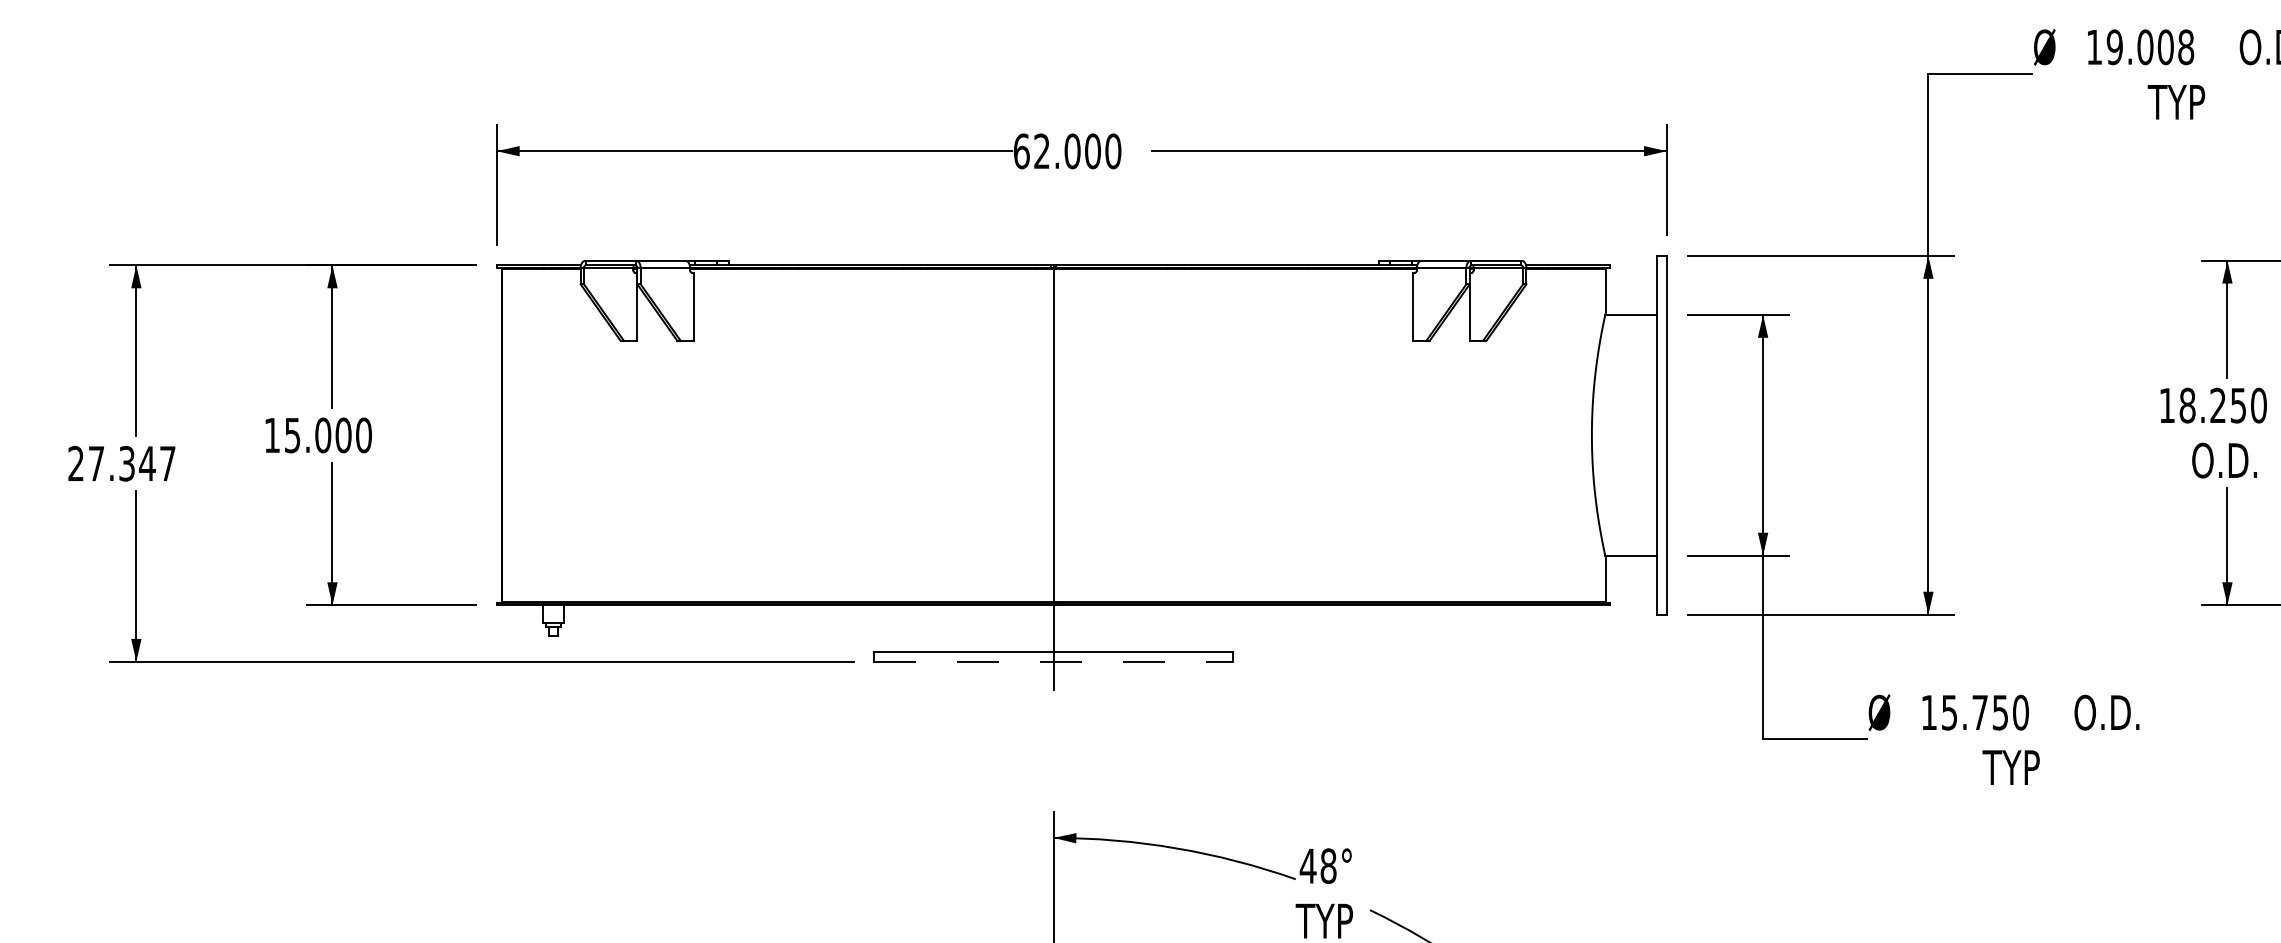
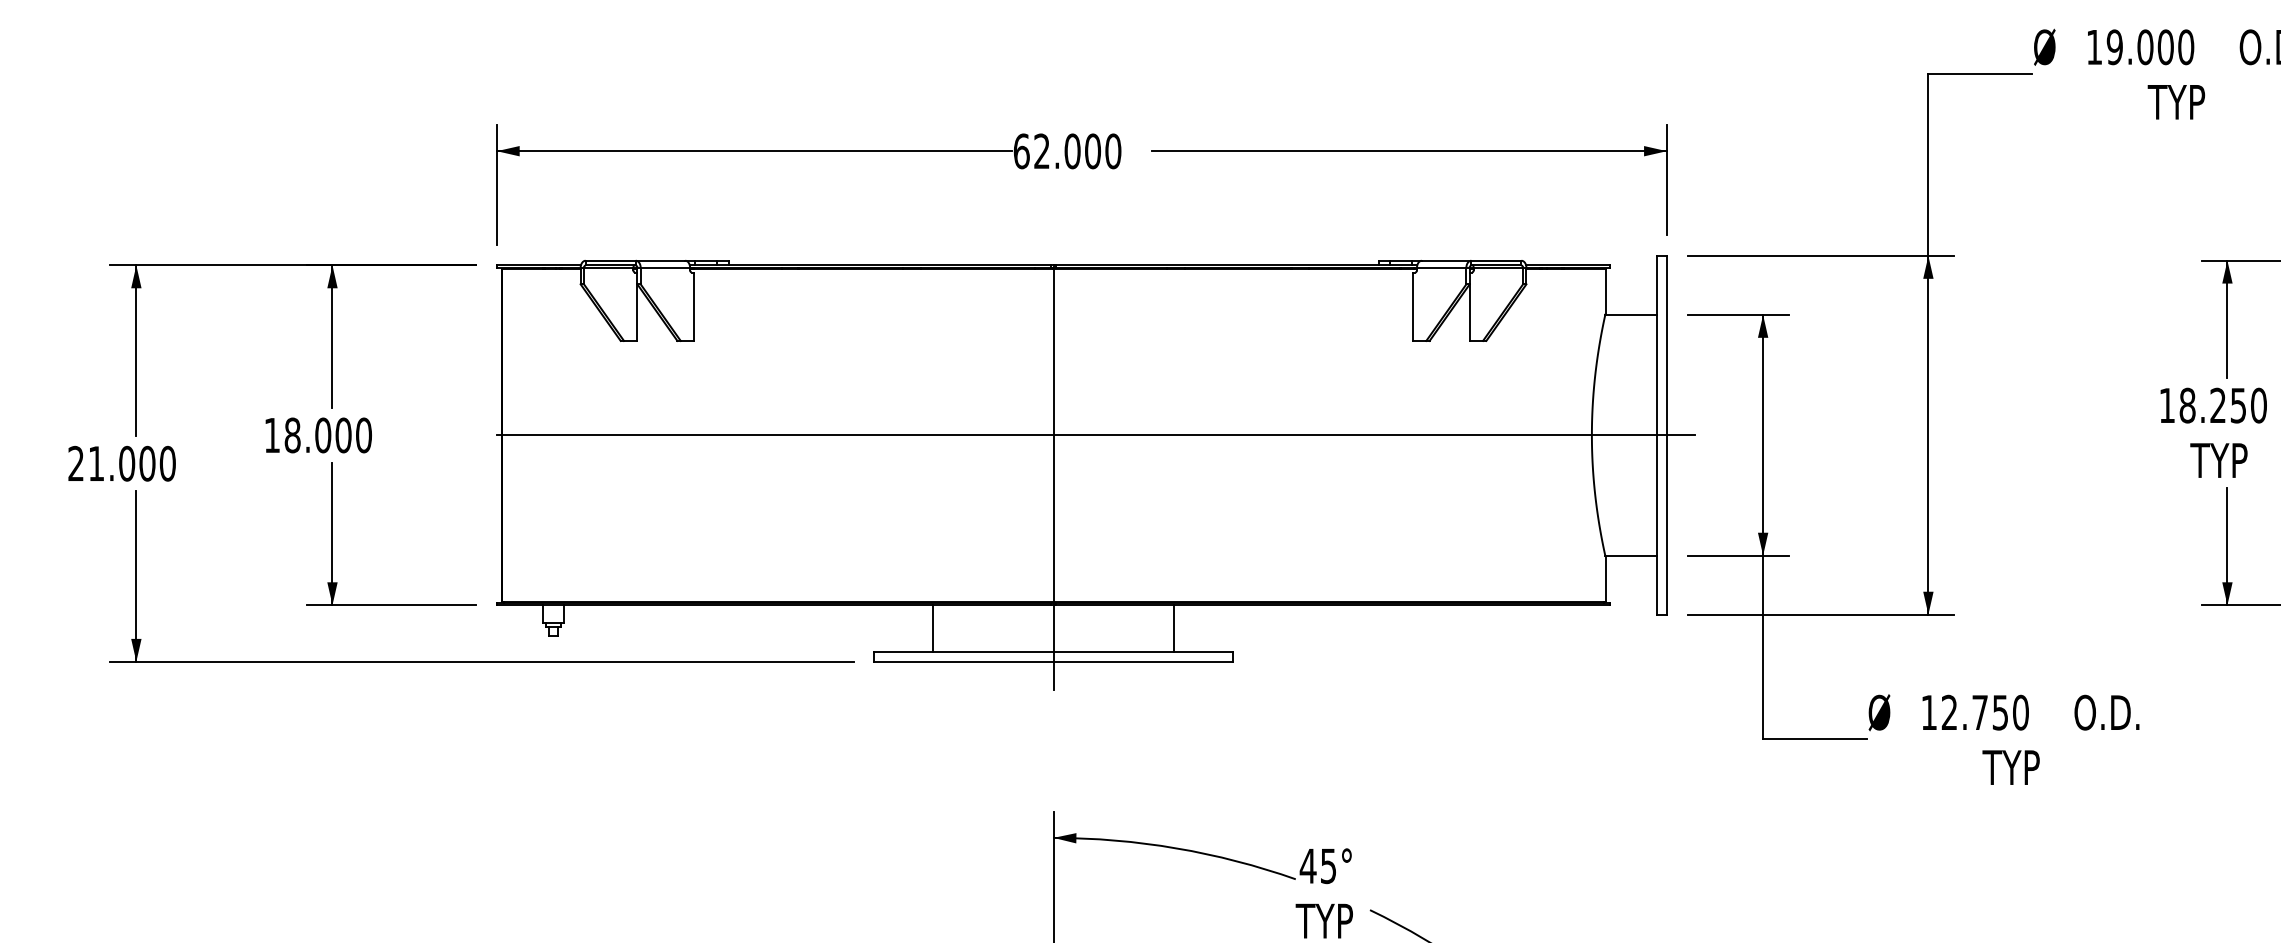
text at (2186, 46): 19.008 -> 19.000
text at (292, 435): 15.000 -> 18.000
line at (1095, 435): none -> present
text at (2223, 460): O.D. -> TYP
text at (132, 463): 27.347 -> 21.000
line at (933, 628): none -> present
line at (1173, 628): none -> present
line at (1054, 661): dashed -> solid
text at (1948, 712): 15.750 -> 12.750
text at (1328, 866): 48° -> 45°
